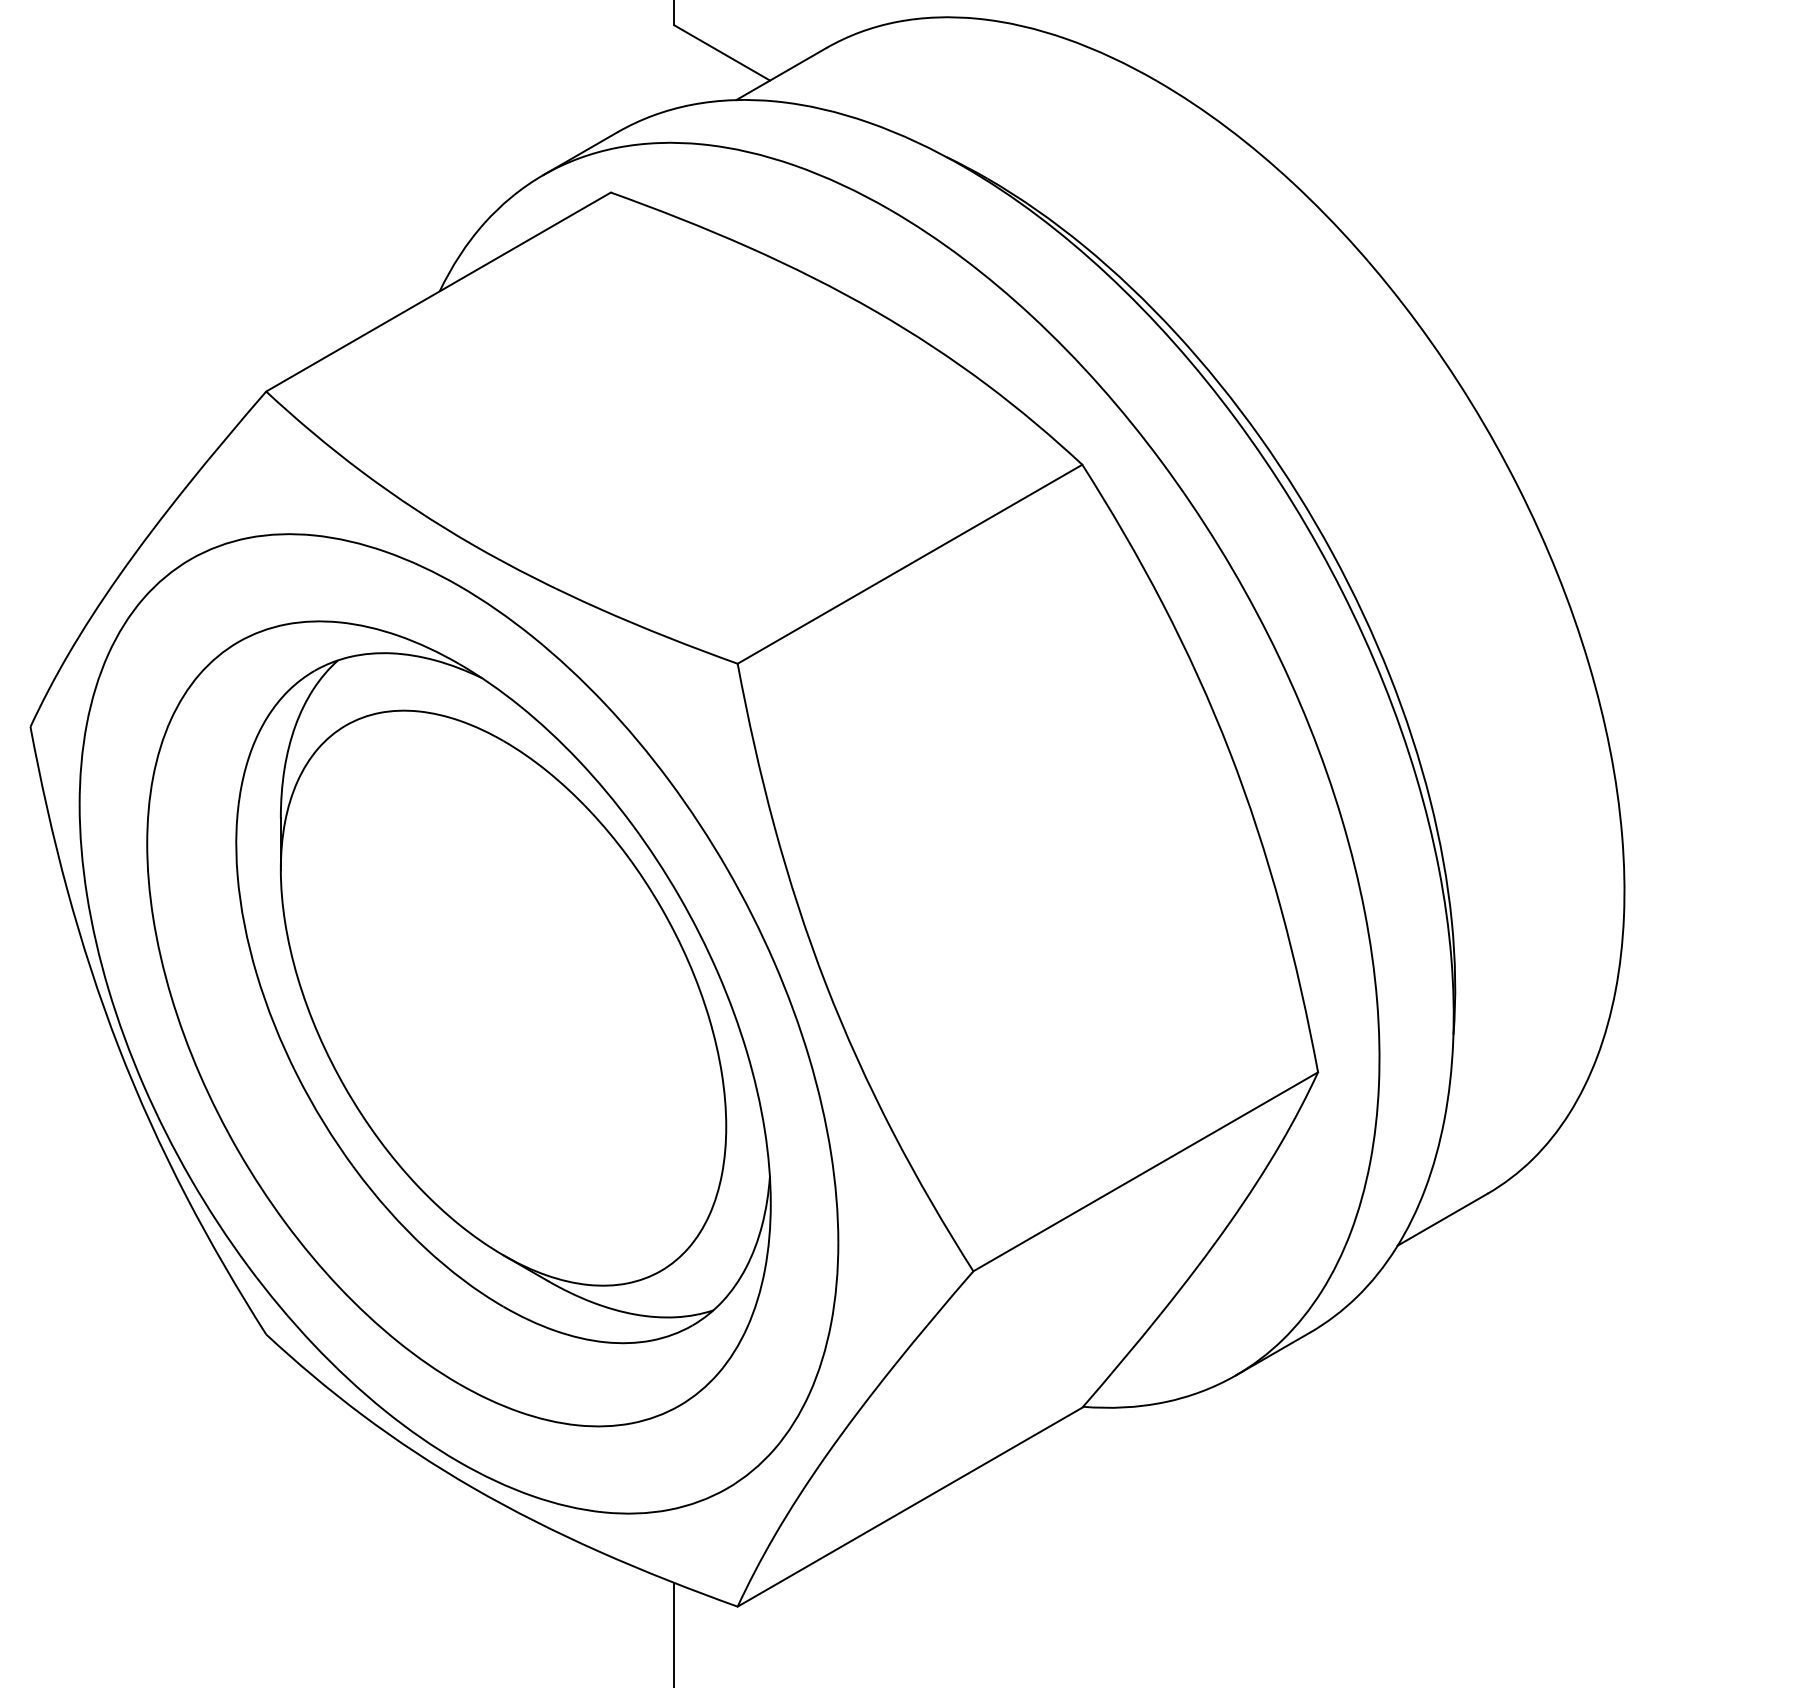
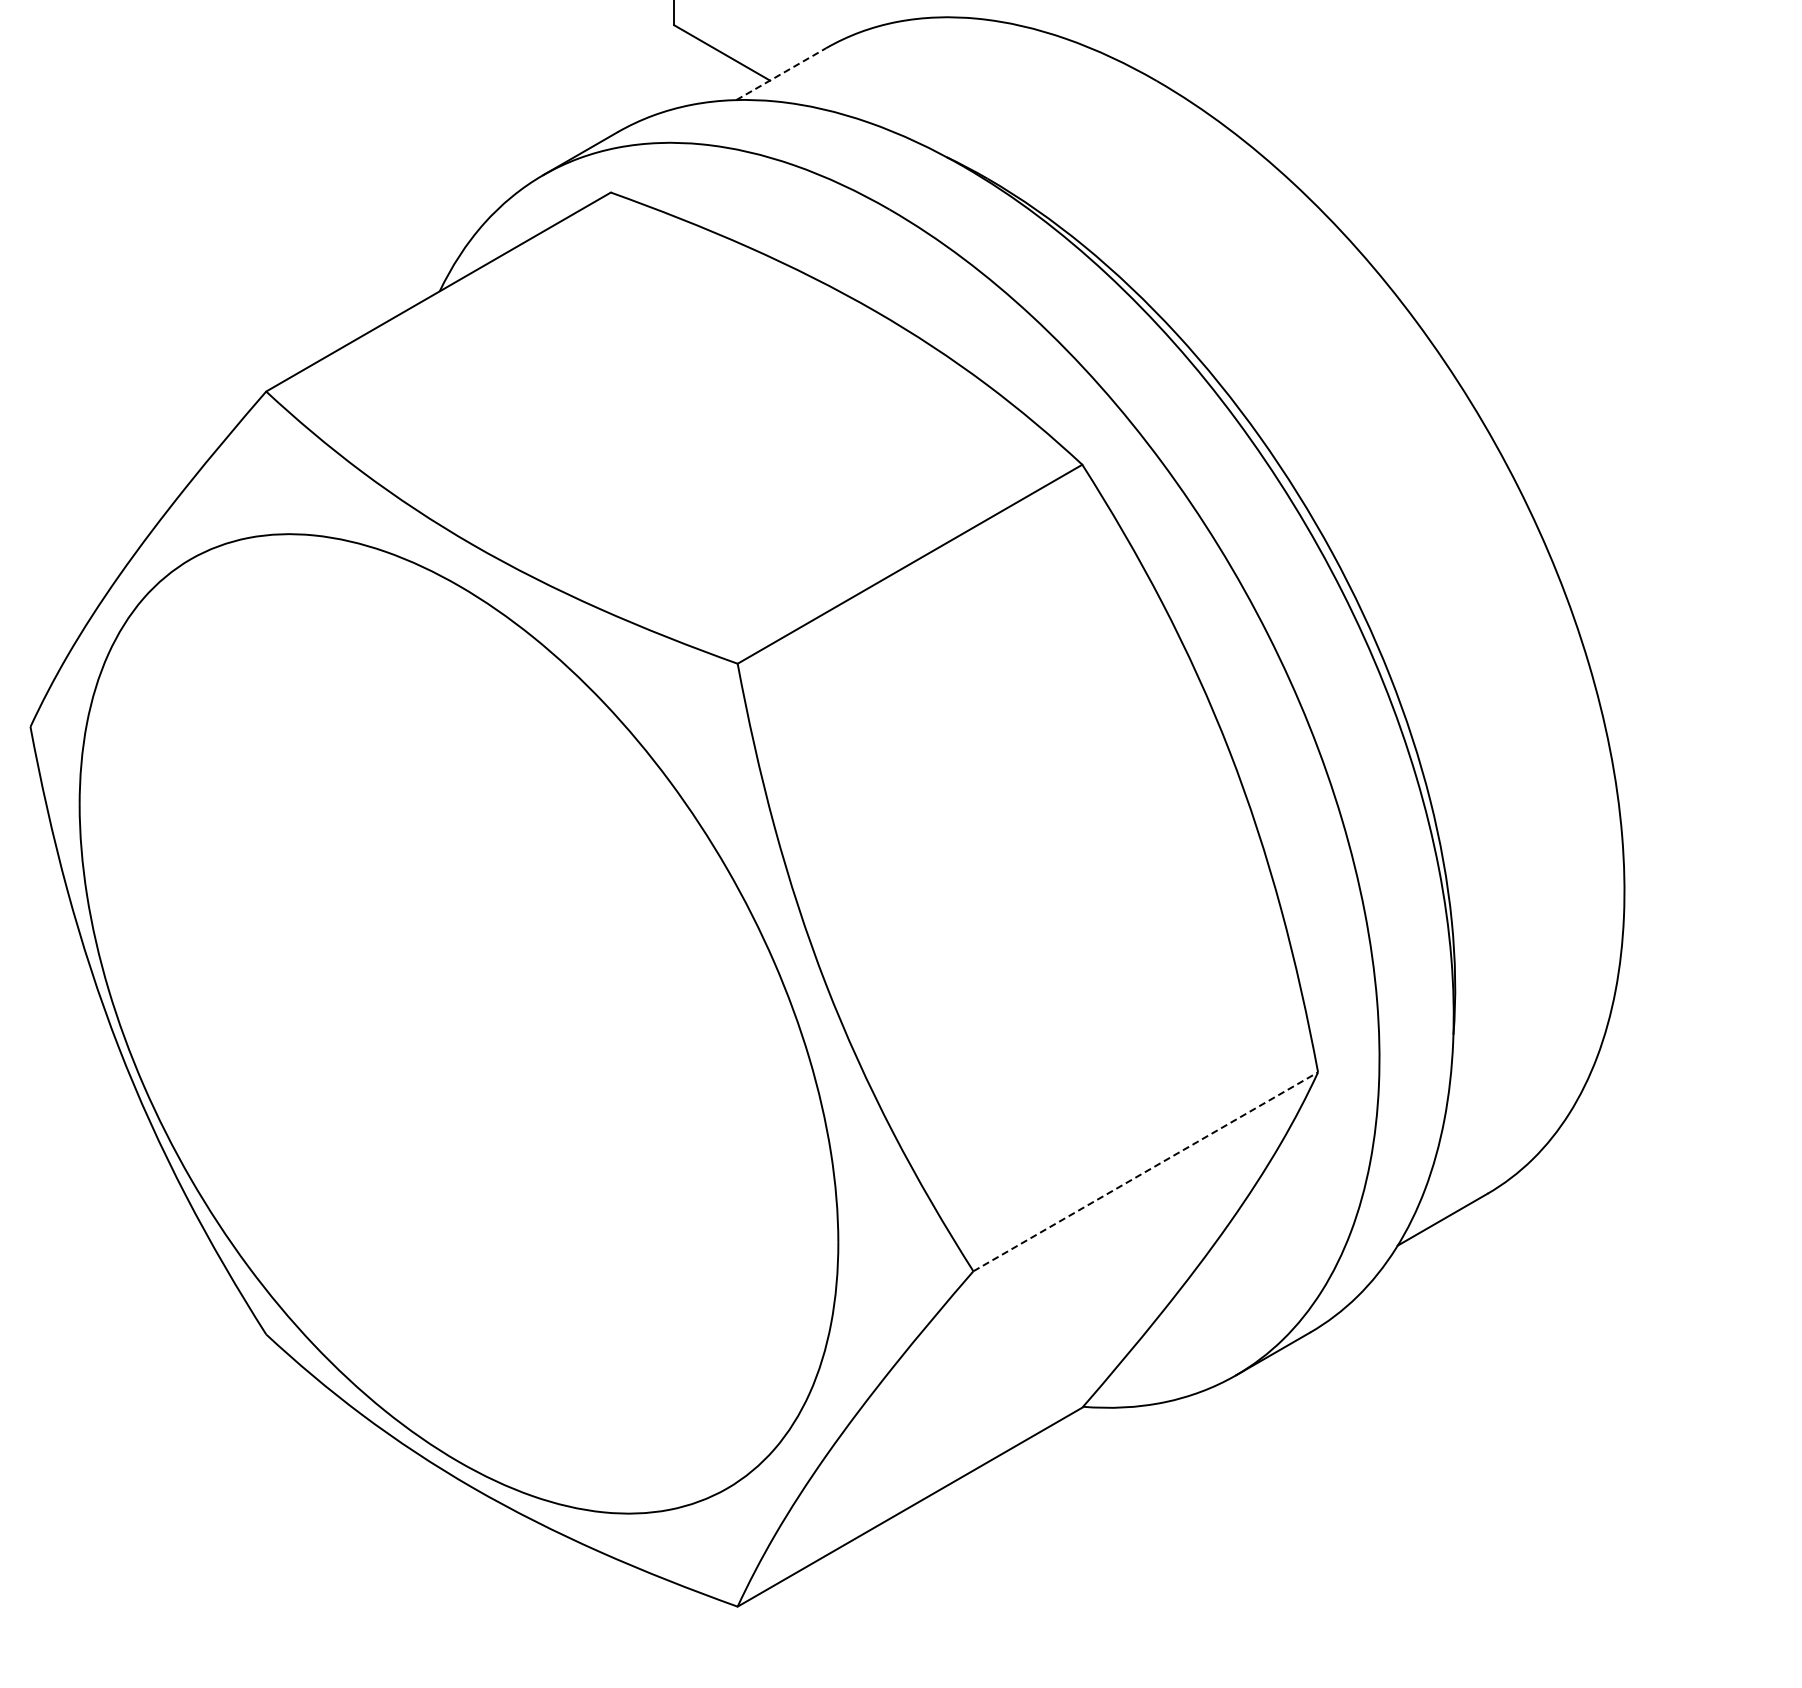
line at (781, 74): solid -> dashed
part at (458, 1023): present -> none
line at (1145, 1171): solid -> dashed
line at (674, 1633): present -> none
